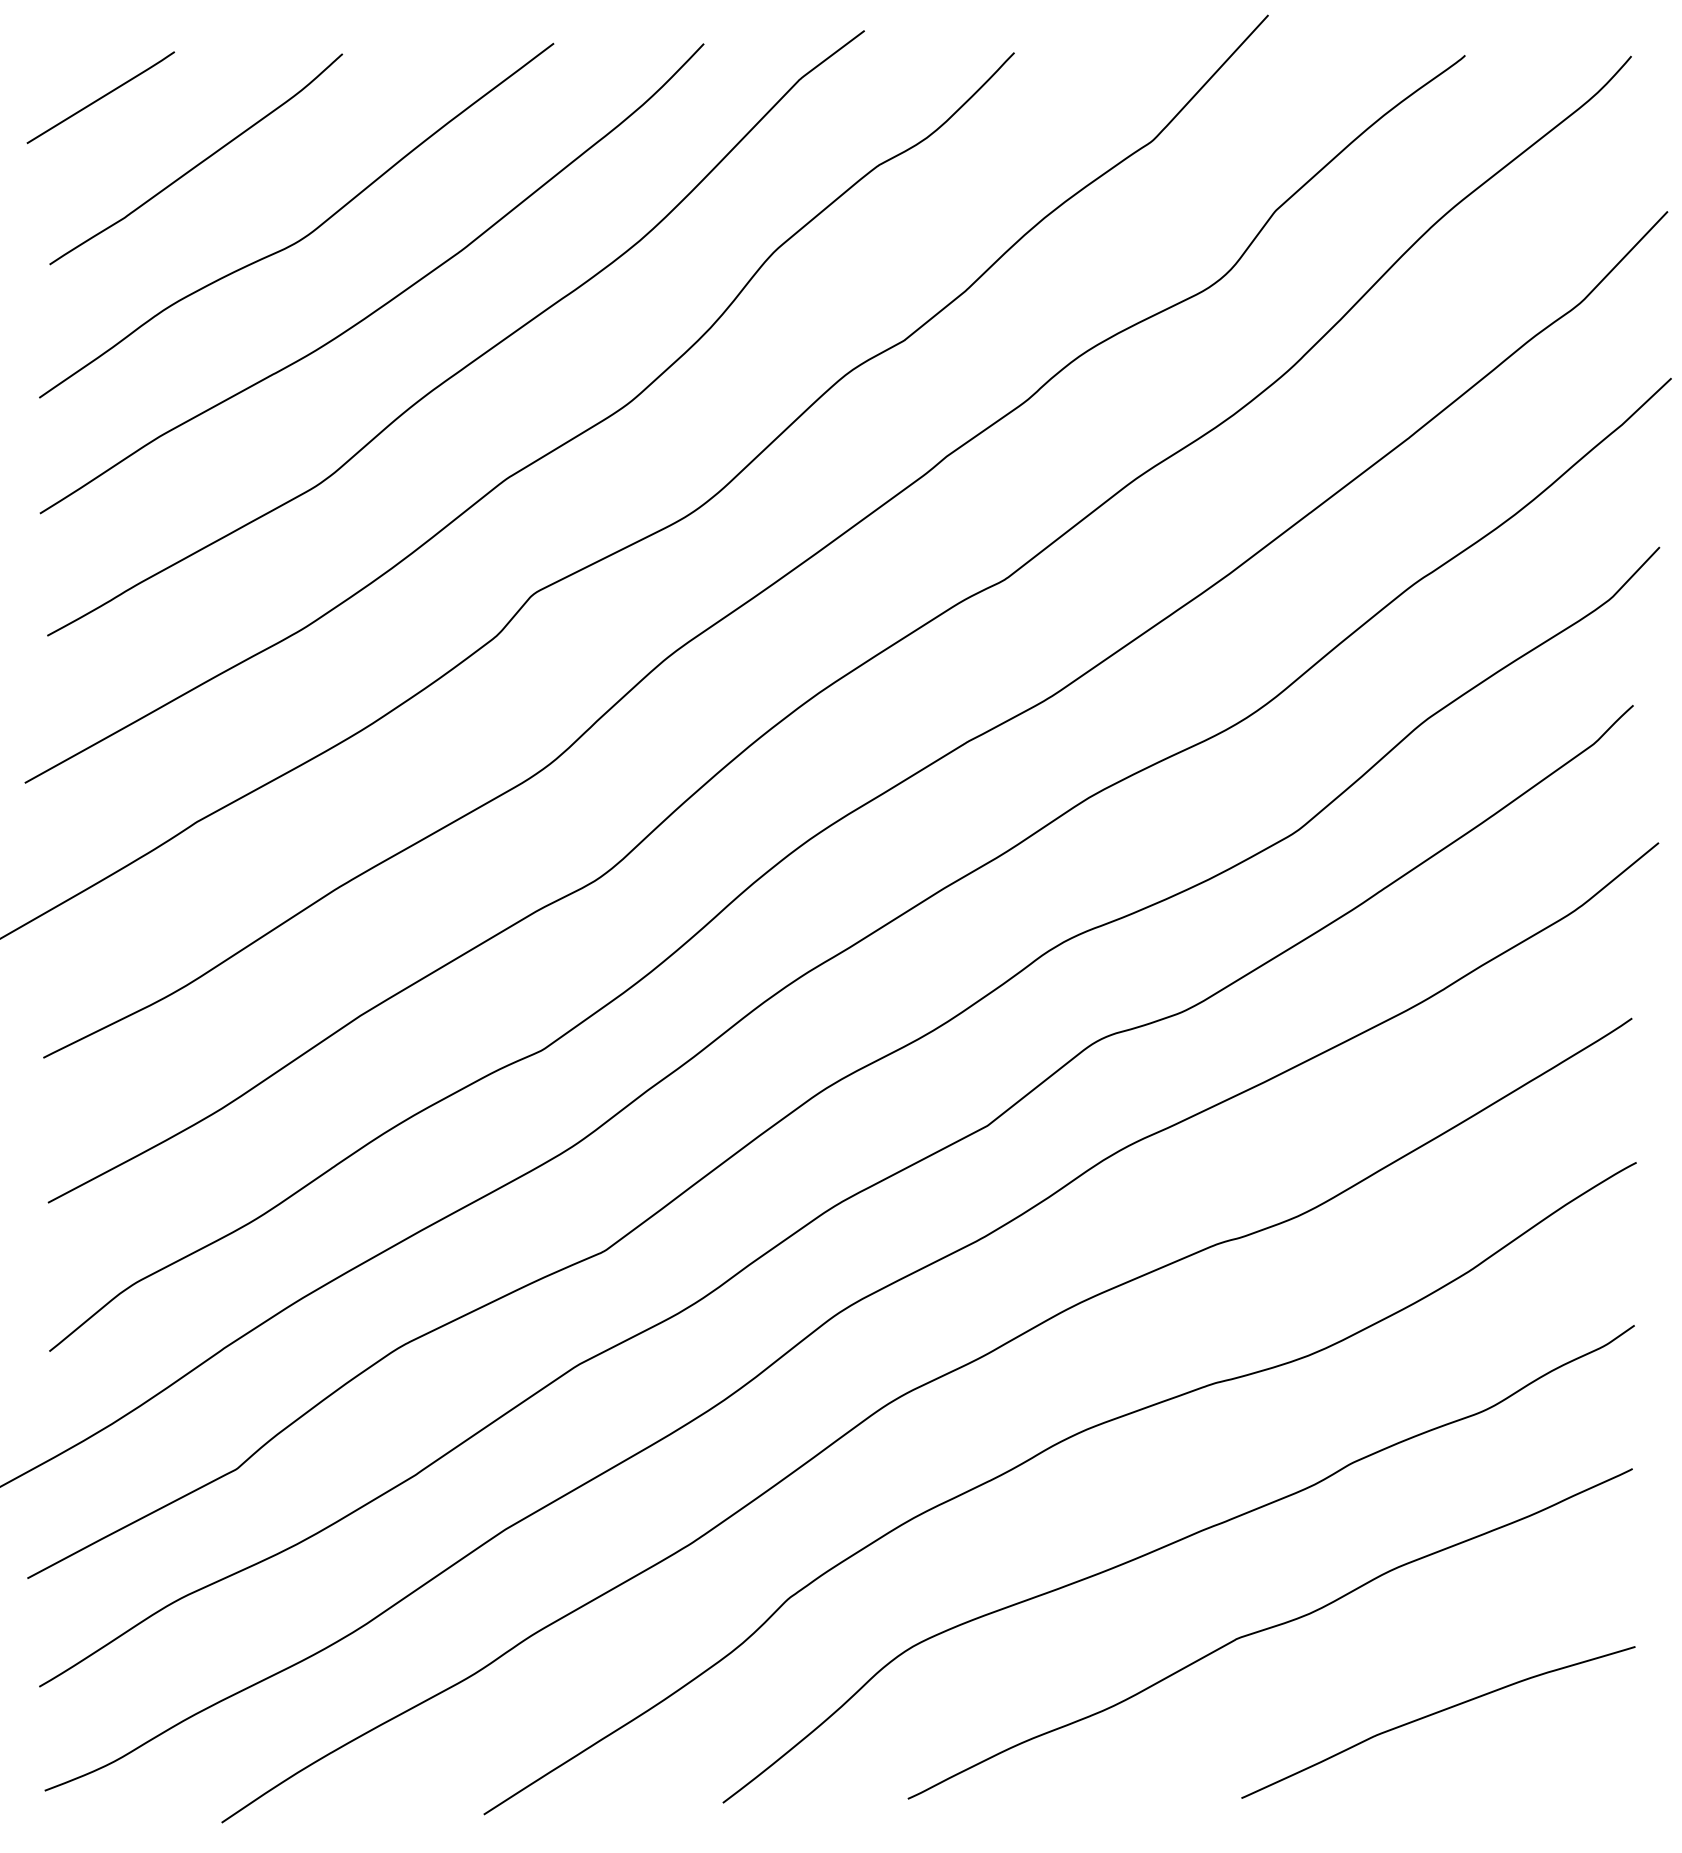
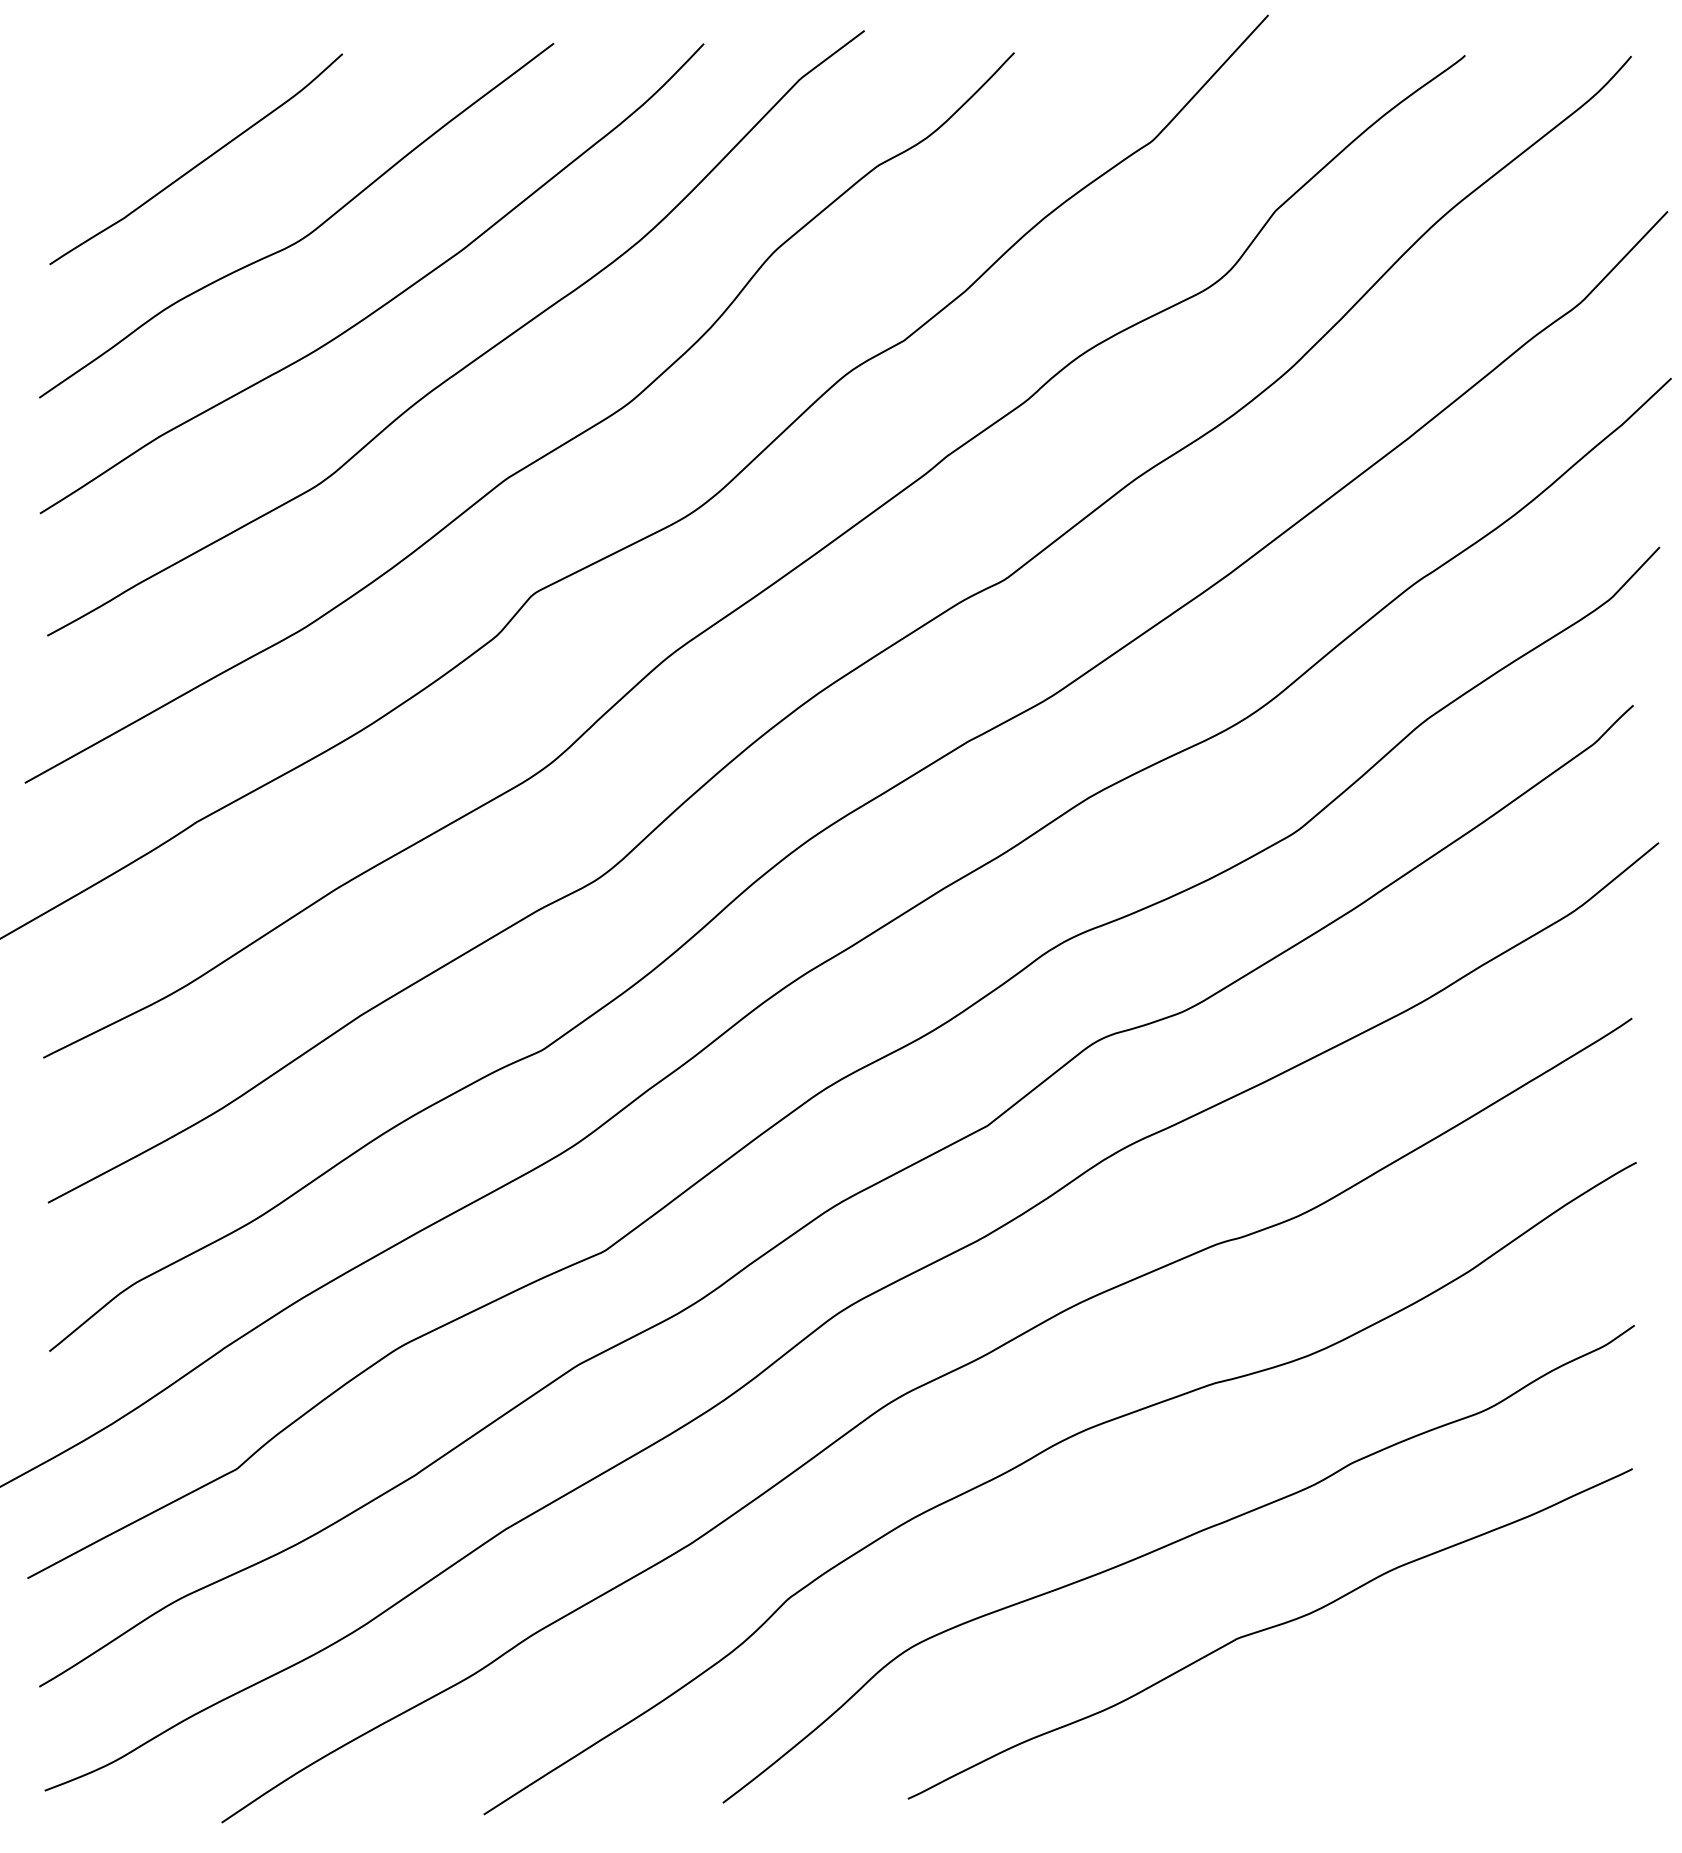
line at (100, 97): present -> none
curve at (1435, 1714): present -> none
